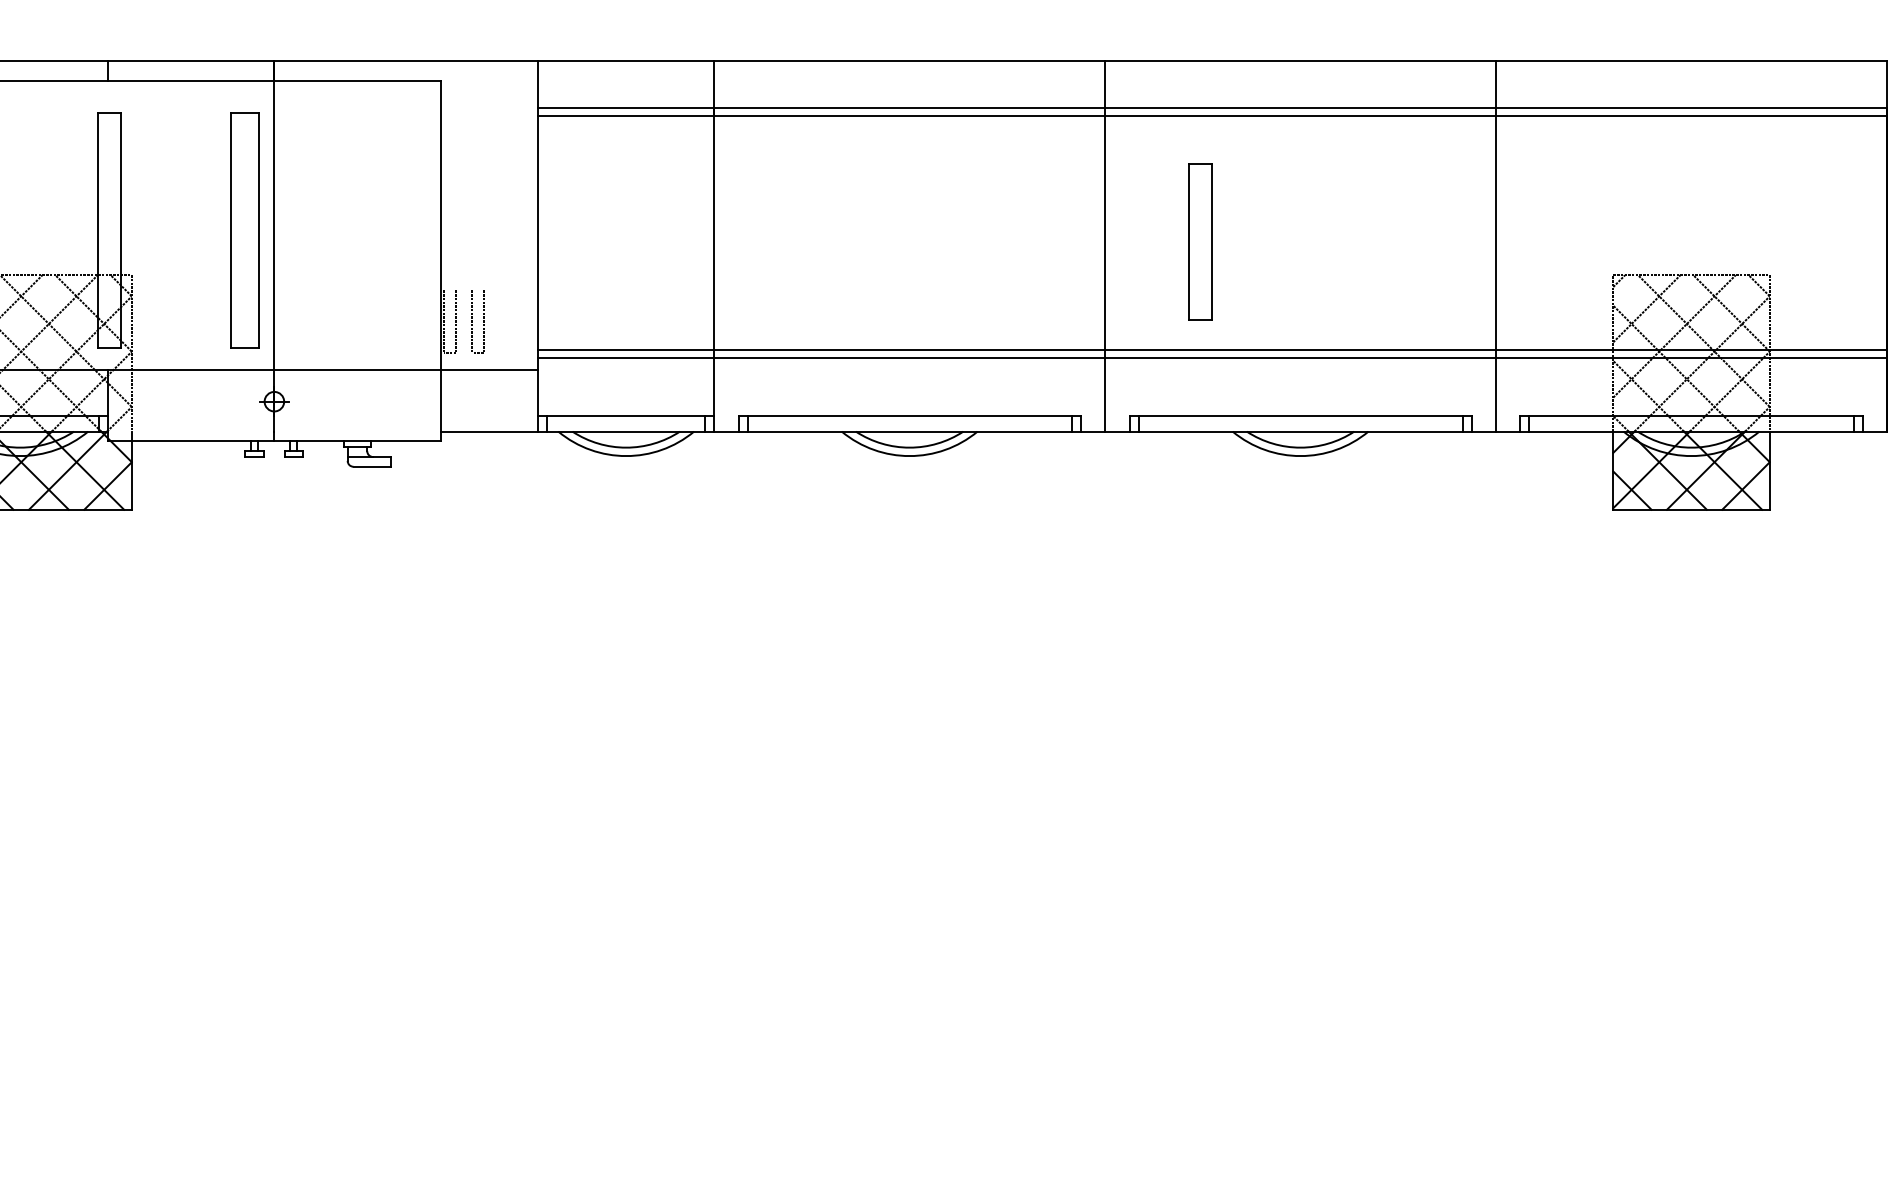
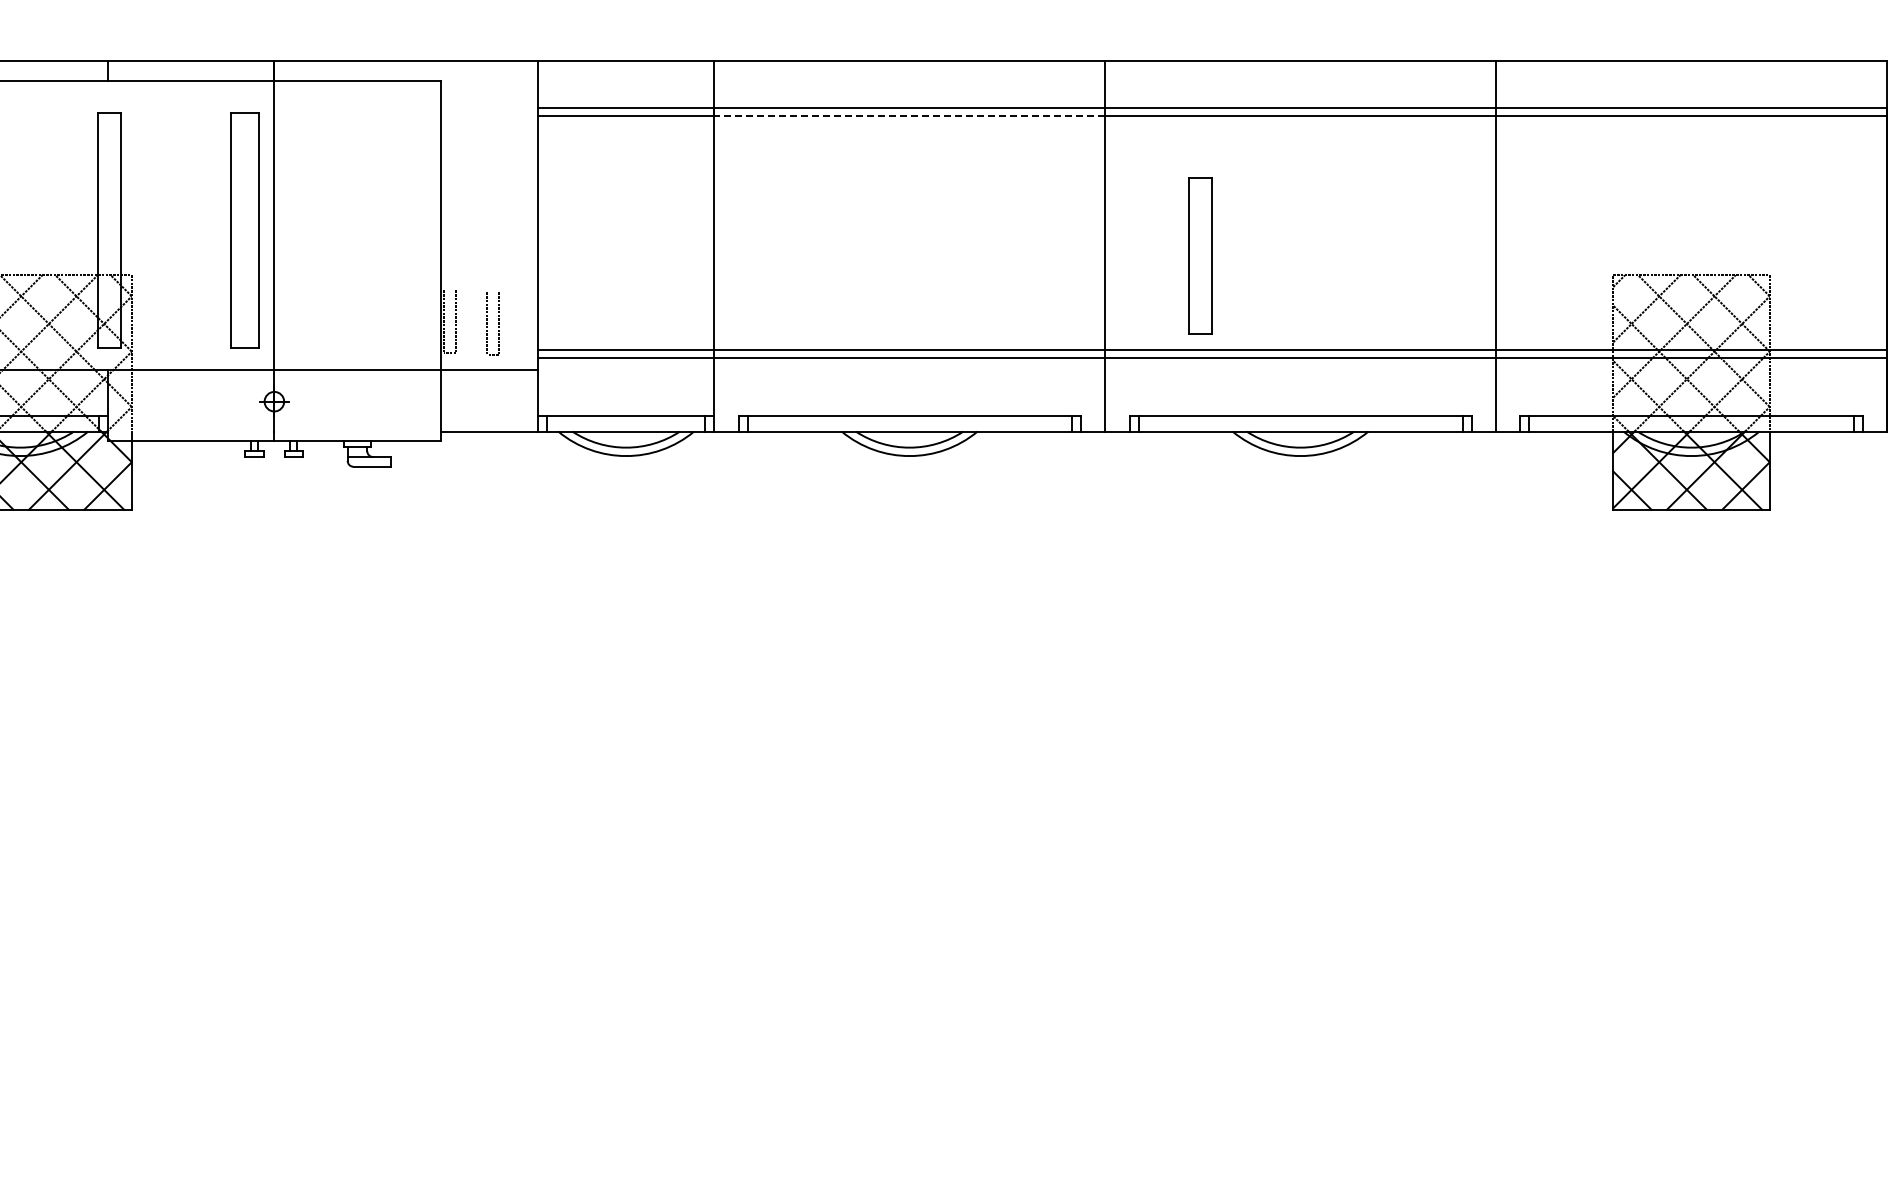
line at (909, 115): solid -> dashed
part at (1200, 241) position: (1200, 241) -> (1200, 255)
part at (477, 321) position: (477, 321) -> (492, 323)
